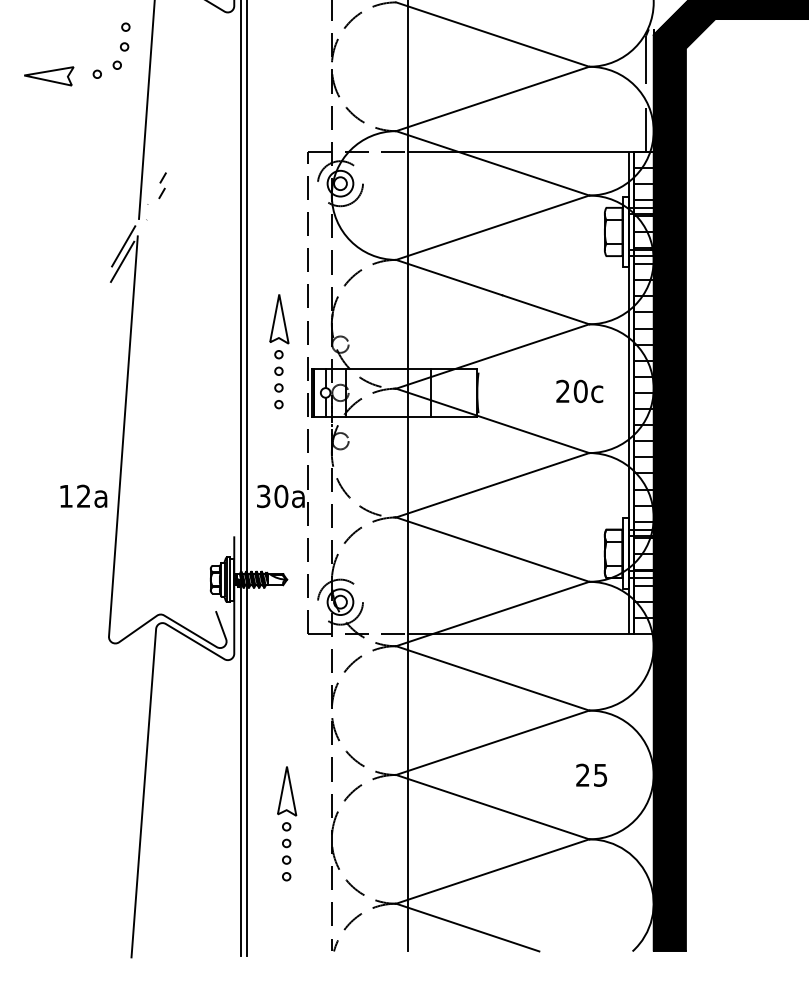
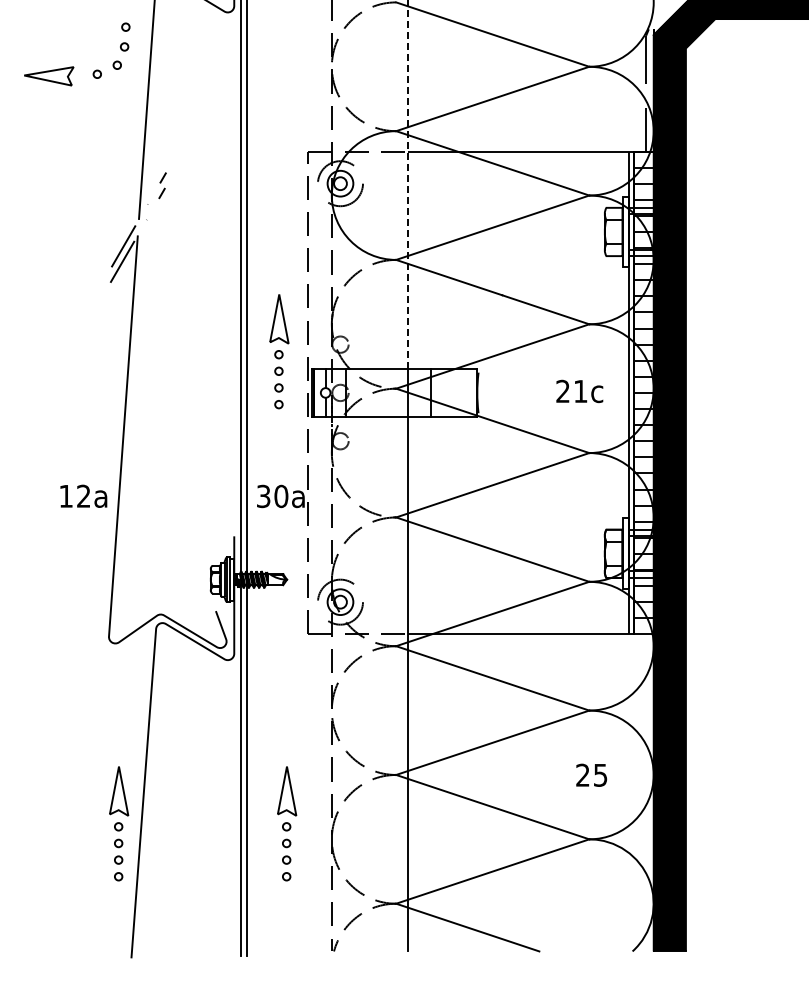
line at (408, 184): solid -> dashed
text at (580, 391): 20c -> 21c
part at (119, 823): none -> present
